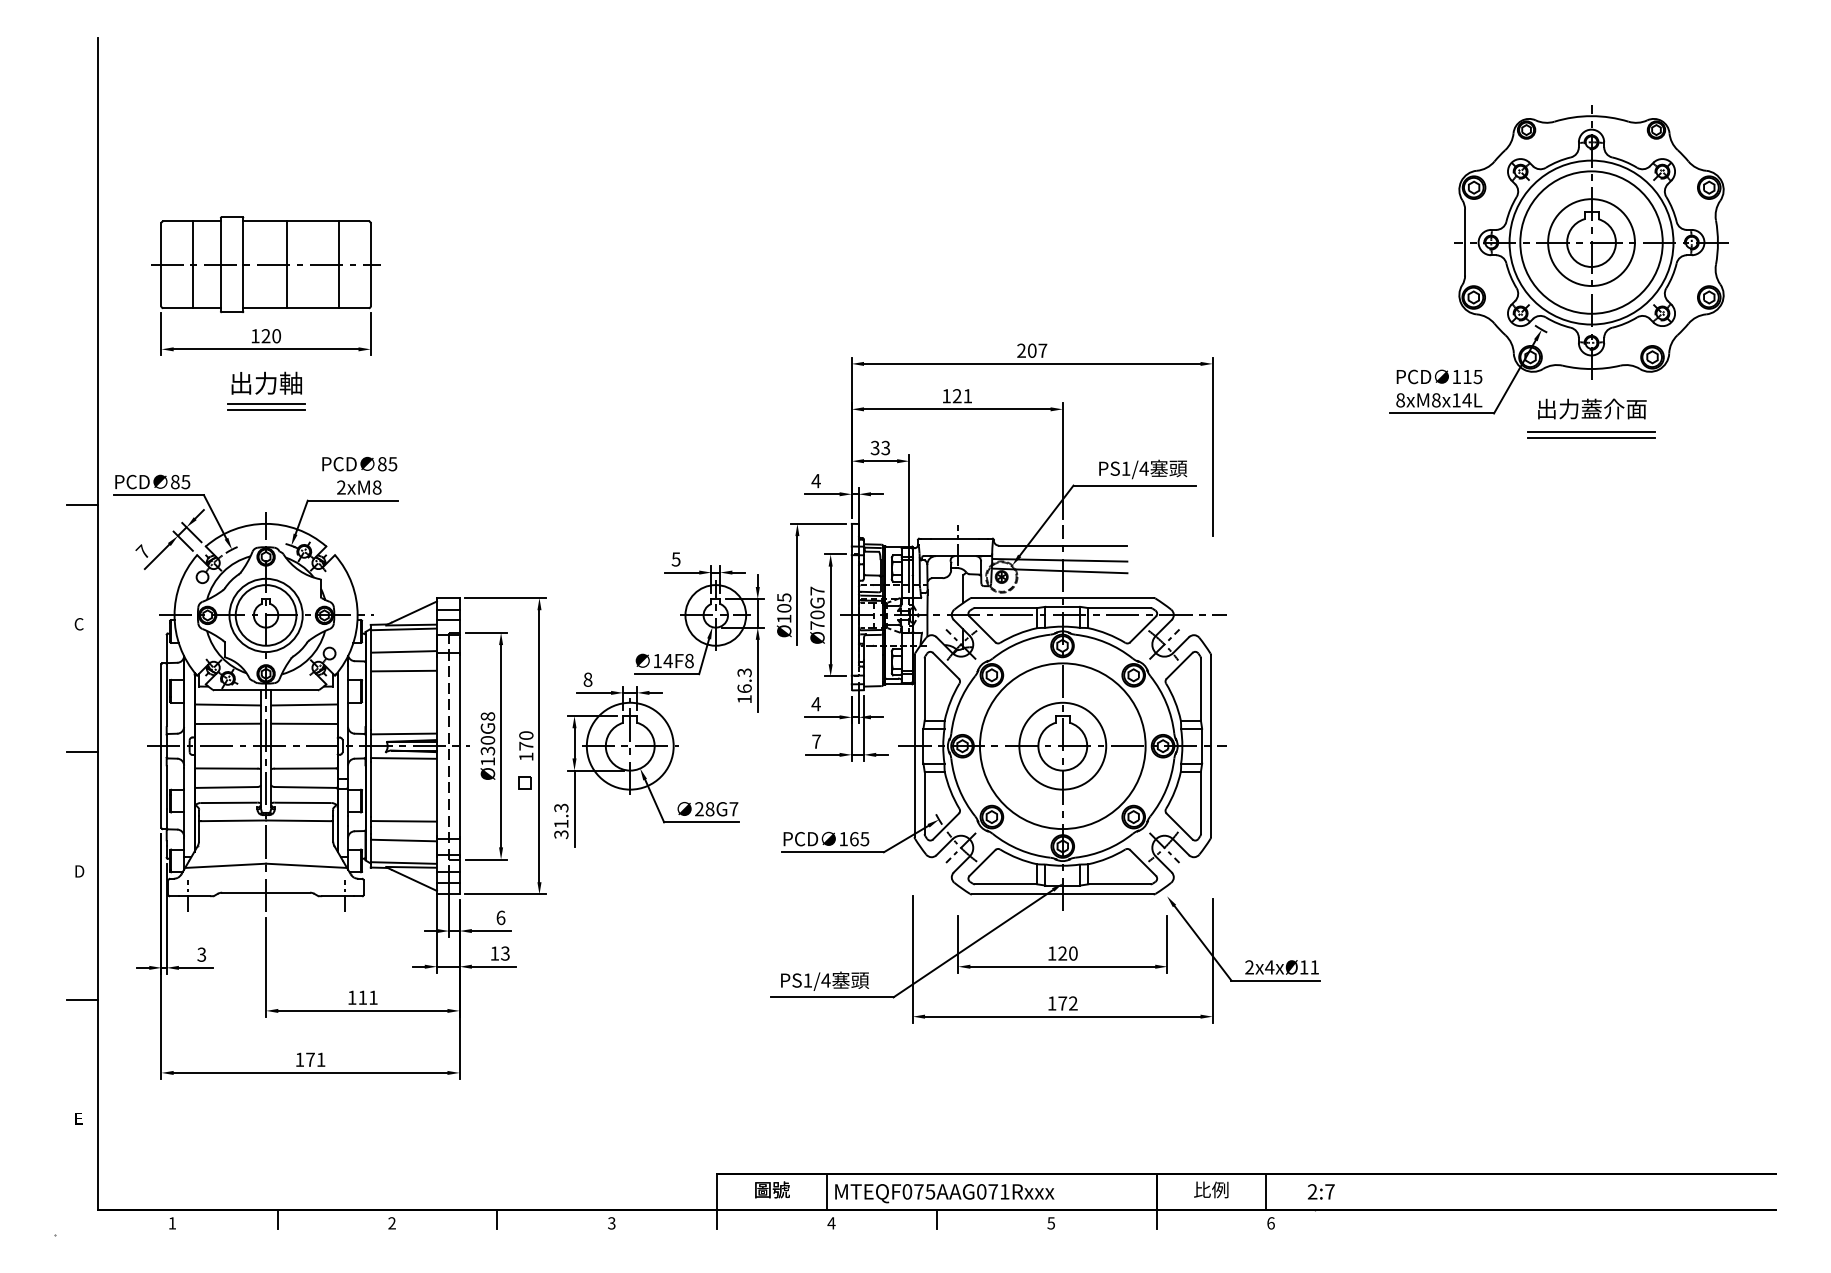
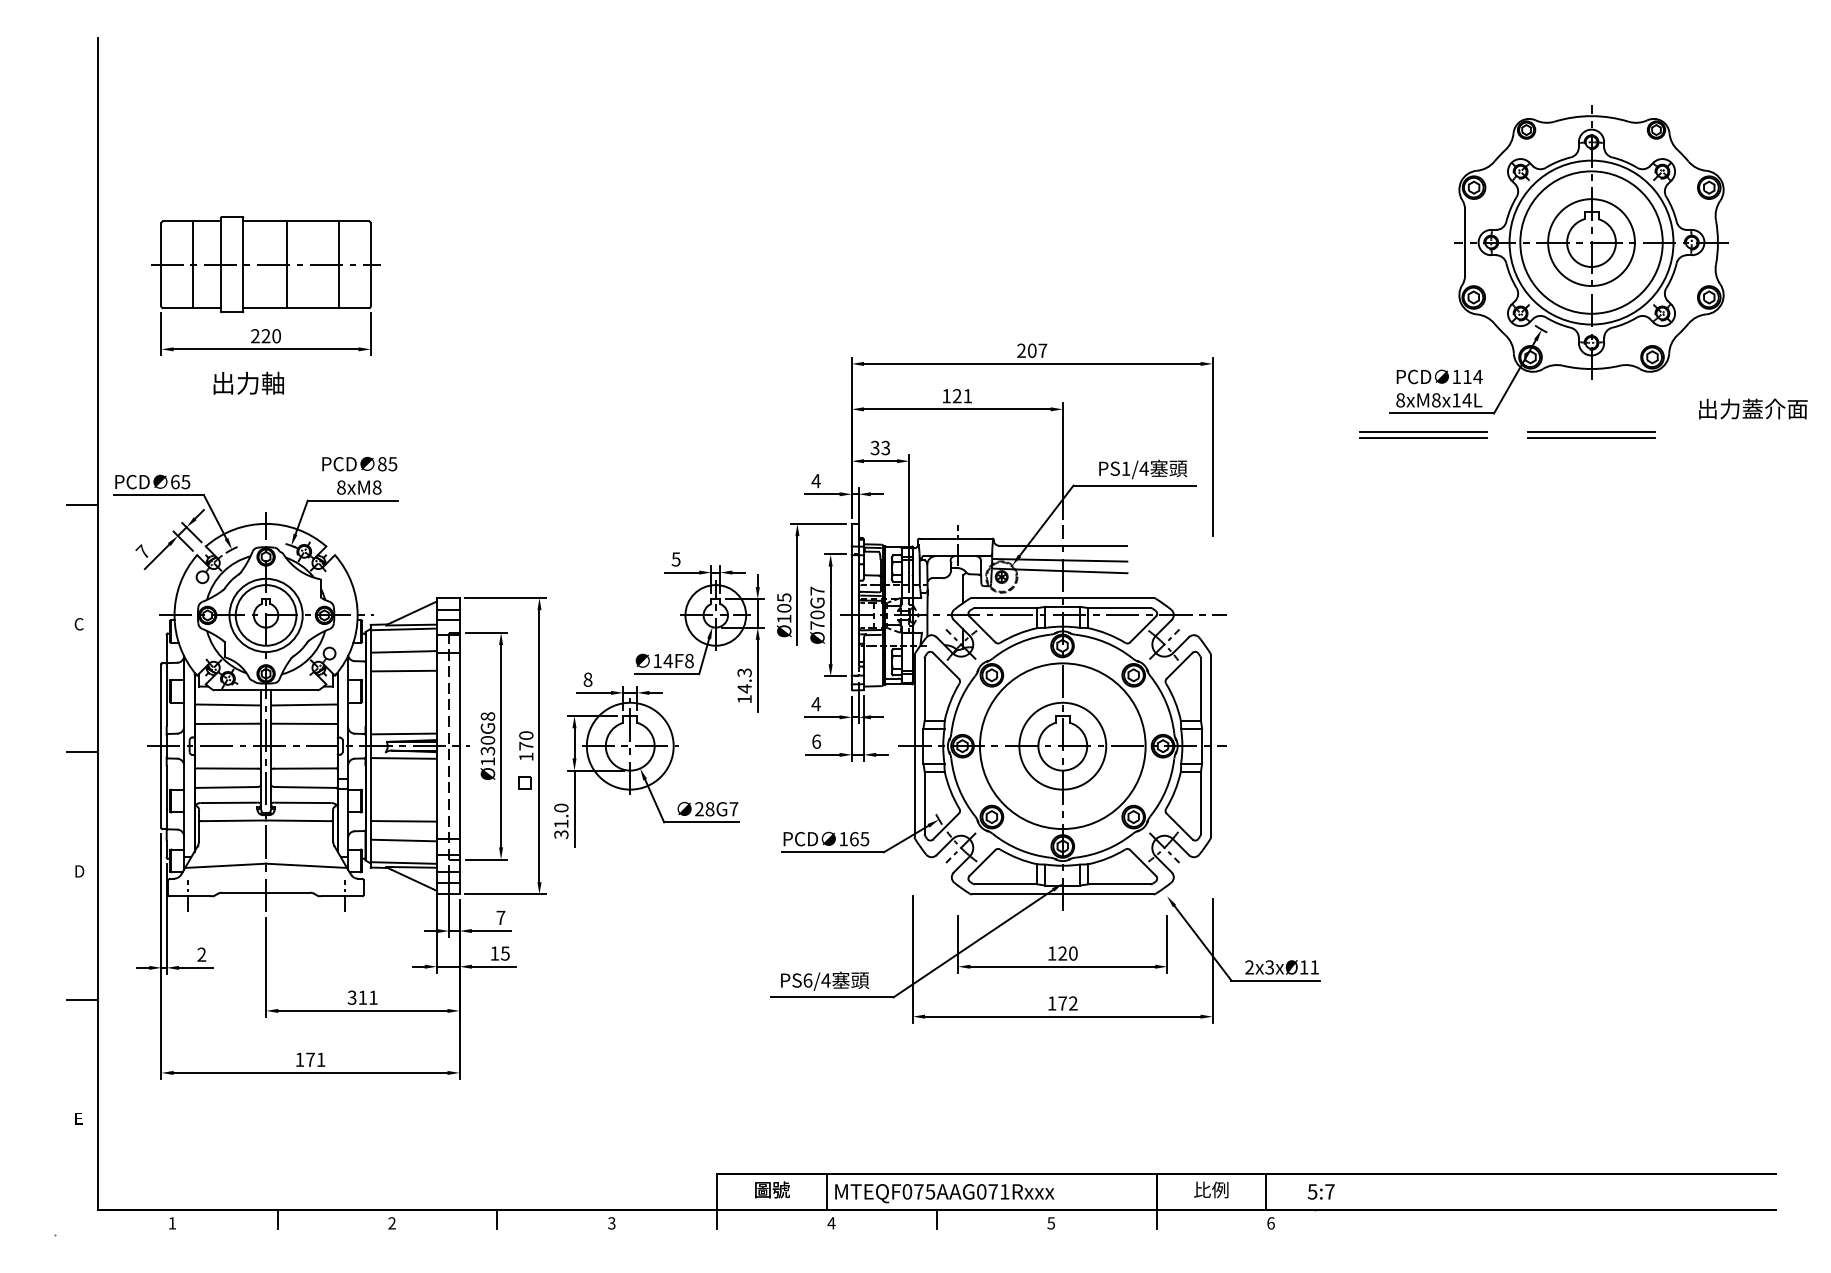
text at (255, 336): 120 -> 220
text at (1477, 377): 115 -> 114
text at (266, 382) position: (266, 382) -> (248, 382)
line at (266, 403): present -> none
text at (1592, 408) position: (1592, 408) -> (1753, 408)
line at (266, 409): present -> none
part at (1423, 434): none -> present
text at (175, 481): 85 -> 65
text at (341, 487): 2xM8 -> 8xM8
text at (744, 688): 16.3 -> 14.3
text at (816, 741): 7 -> 6
text at (561, 807): 31.3 -> 31.0
text at (500, 917): 6 -> 7
text at (505, 953): 13 -> 15
text at (201, 954): 3 -> 2
text at (1269, 967): 2x4xØ11 -> 2x3xØ11
text at (807, 980): PS1/4 -> PS6/4
text at (351, 997): 111 -> 311
text at (1312, 1191): 2:7 -> 5:7
